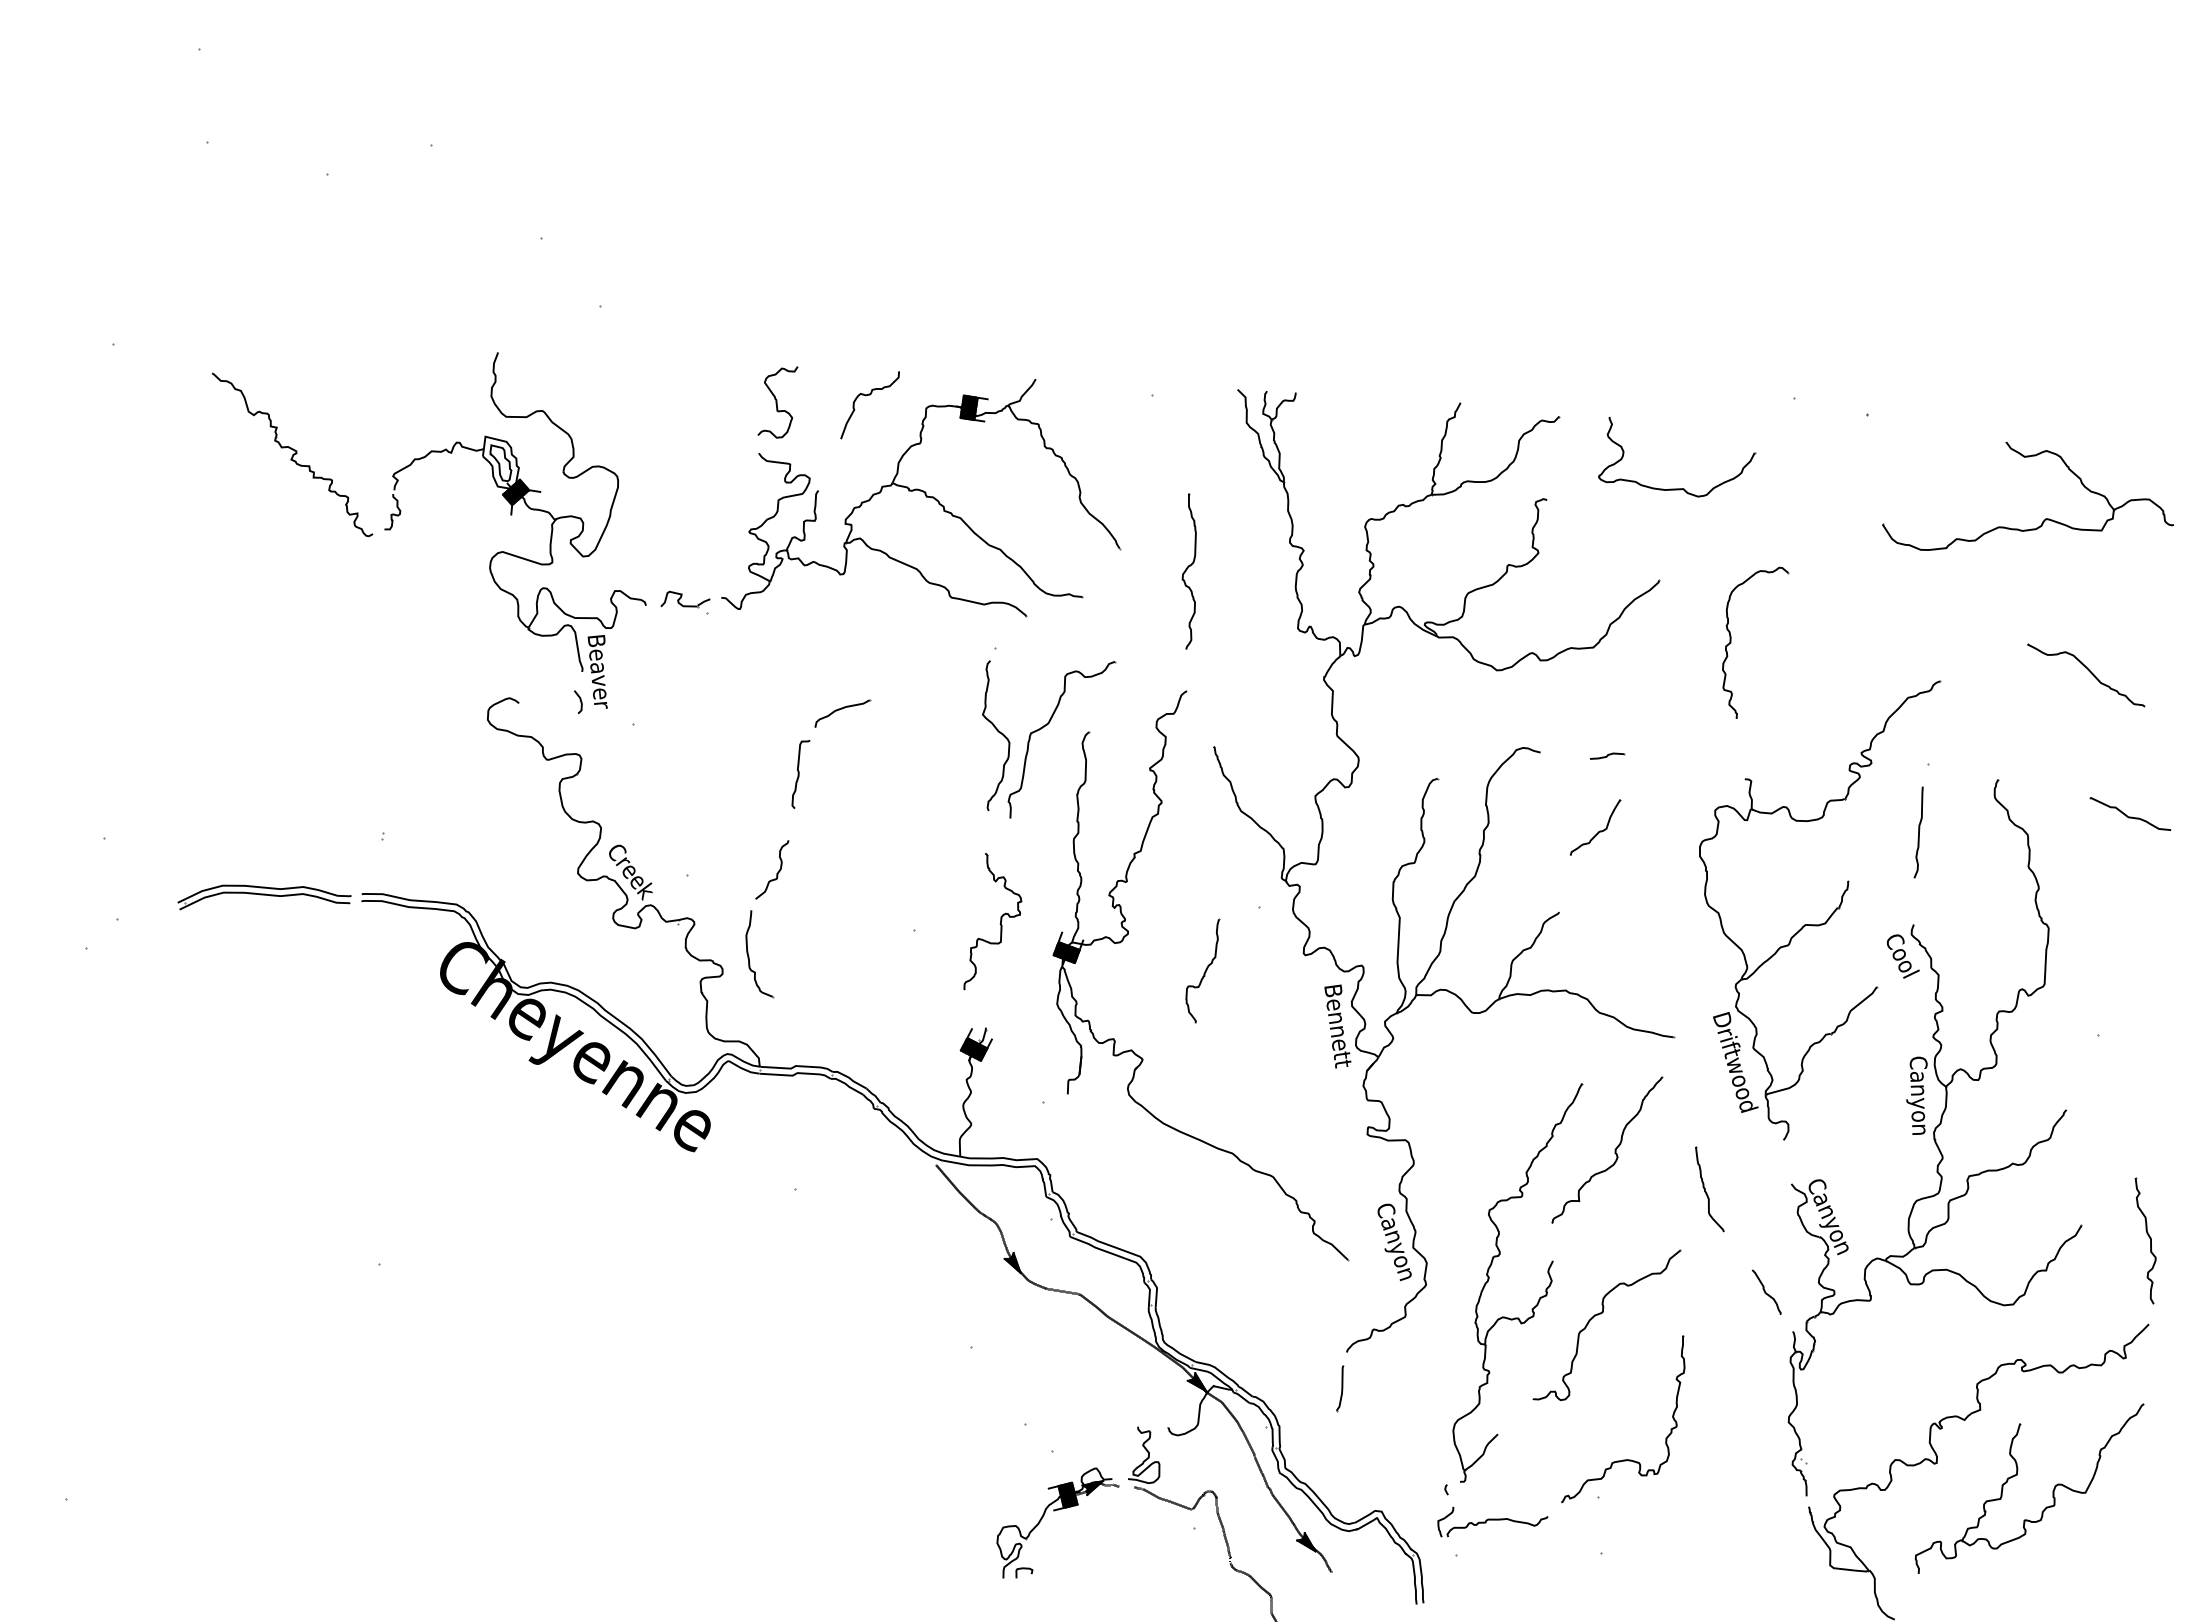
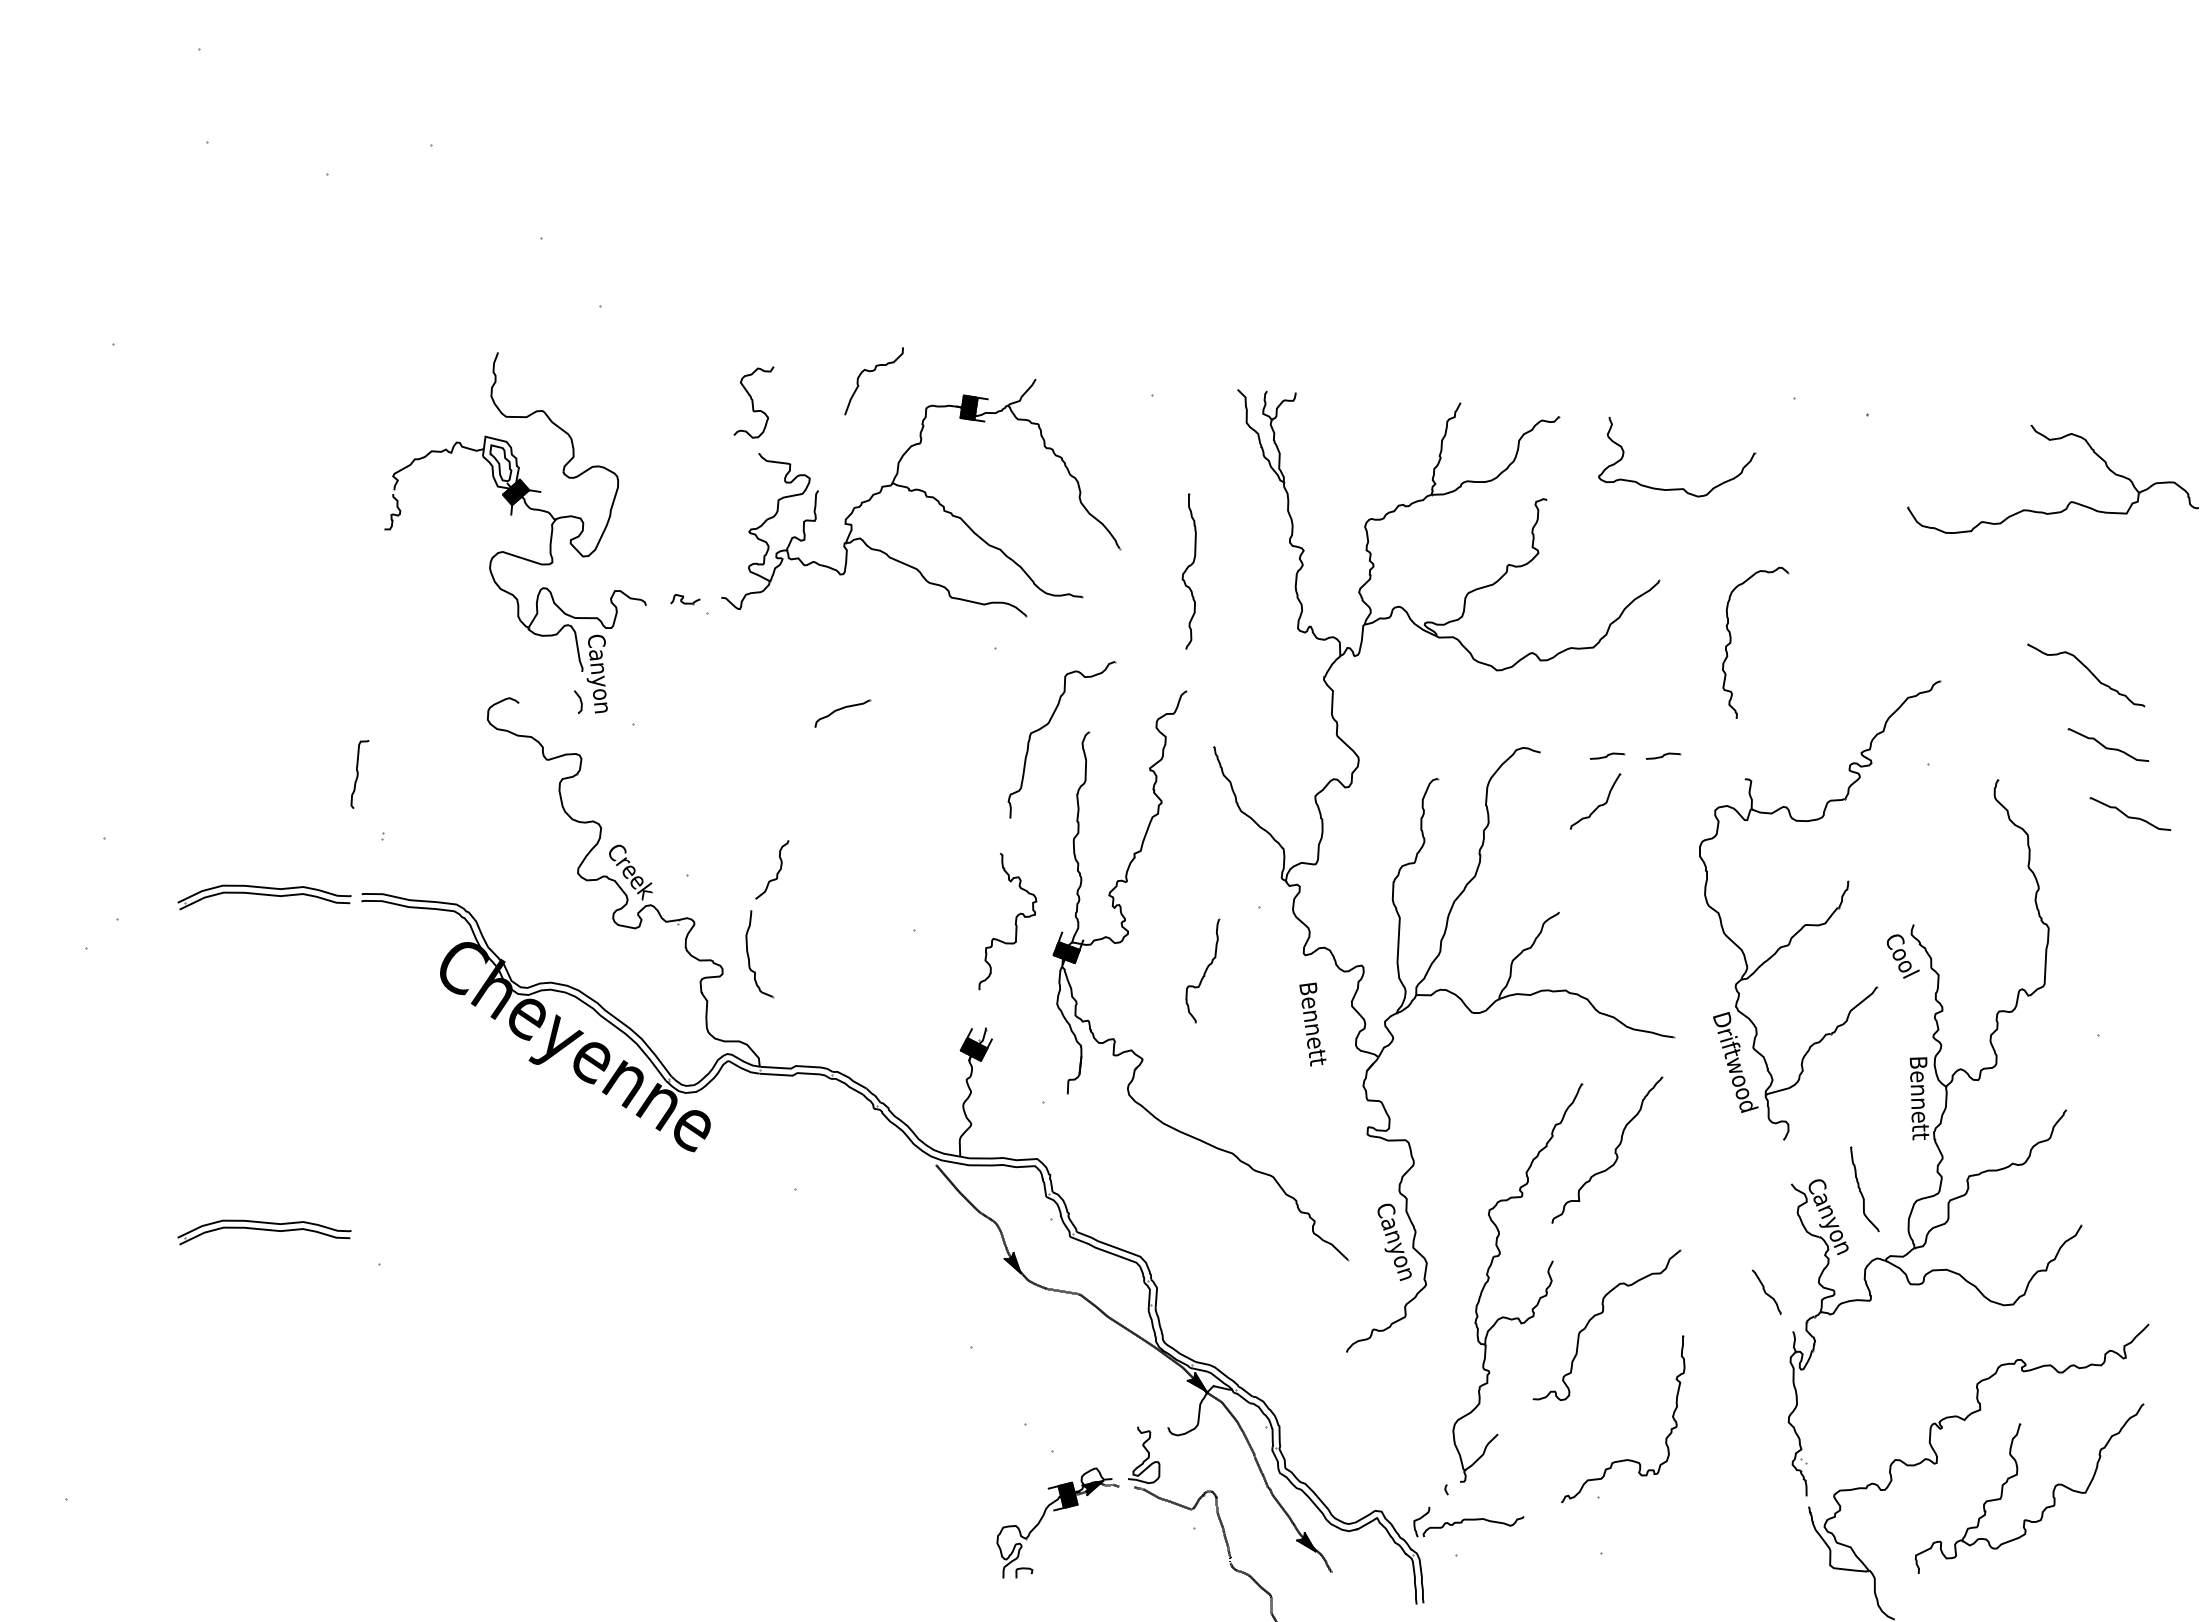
curve at (866, 396) position: (866, 396) -> (870, 372)
curve at (777, 402) position: (777, 402) -> (753, 402)
part at (292, 454): present -> none
part at (2045, 518) position: (2045, 518) -> (2070, 501)
part at (685, 599) size: 51x19 px -> 31x12 px
text at (596, 673): Beaver -> Canyon
curve at (998, 732): present -> none
part at (2108, 744): none -> present
part at (1663, 755): none -> present
curve at (799, 773) position: (799, 773) -> (358, 773)
part at (1595, 827) position: (1595, 827) -> (1595, 801)
curve at (1918, 832): present -> none
part at (999, 924) position: (999, 924) -> (1014, 924)
text at (1337, 1026) position: (1337, 1026) -> (1312, 1024)
text at (1917, 1098): Canyon -> Bennett
part at (1709, 1189) position: (1709, 1189) -> (1864, 1189)
part at (264, 1232): none -> present
part at (2145, 1240): present -> none
part at (1340, 1388): present -> none
part at (1492, 1521) position: (1492, 1521) -> (1468, 1521)
